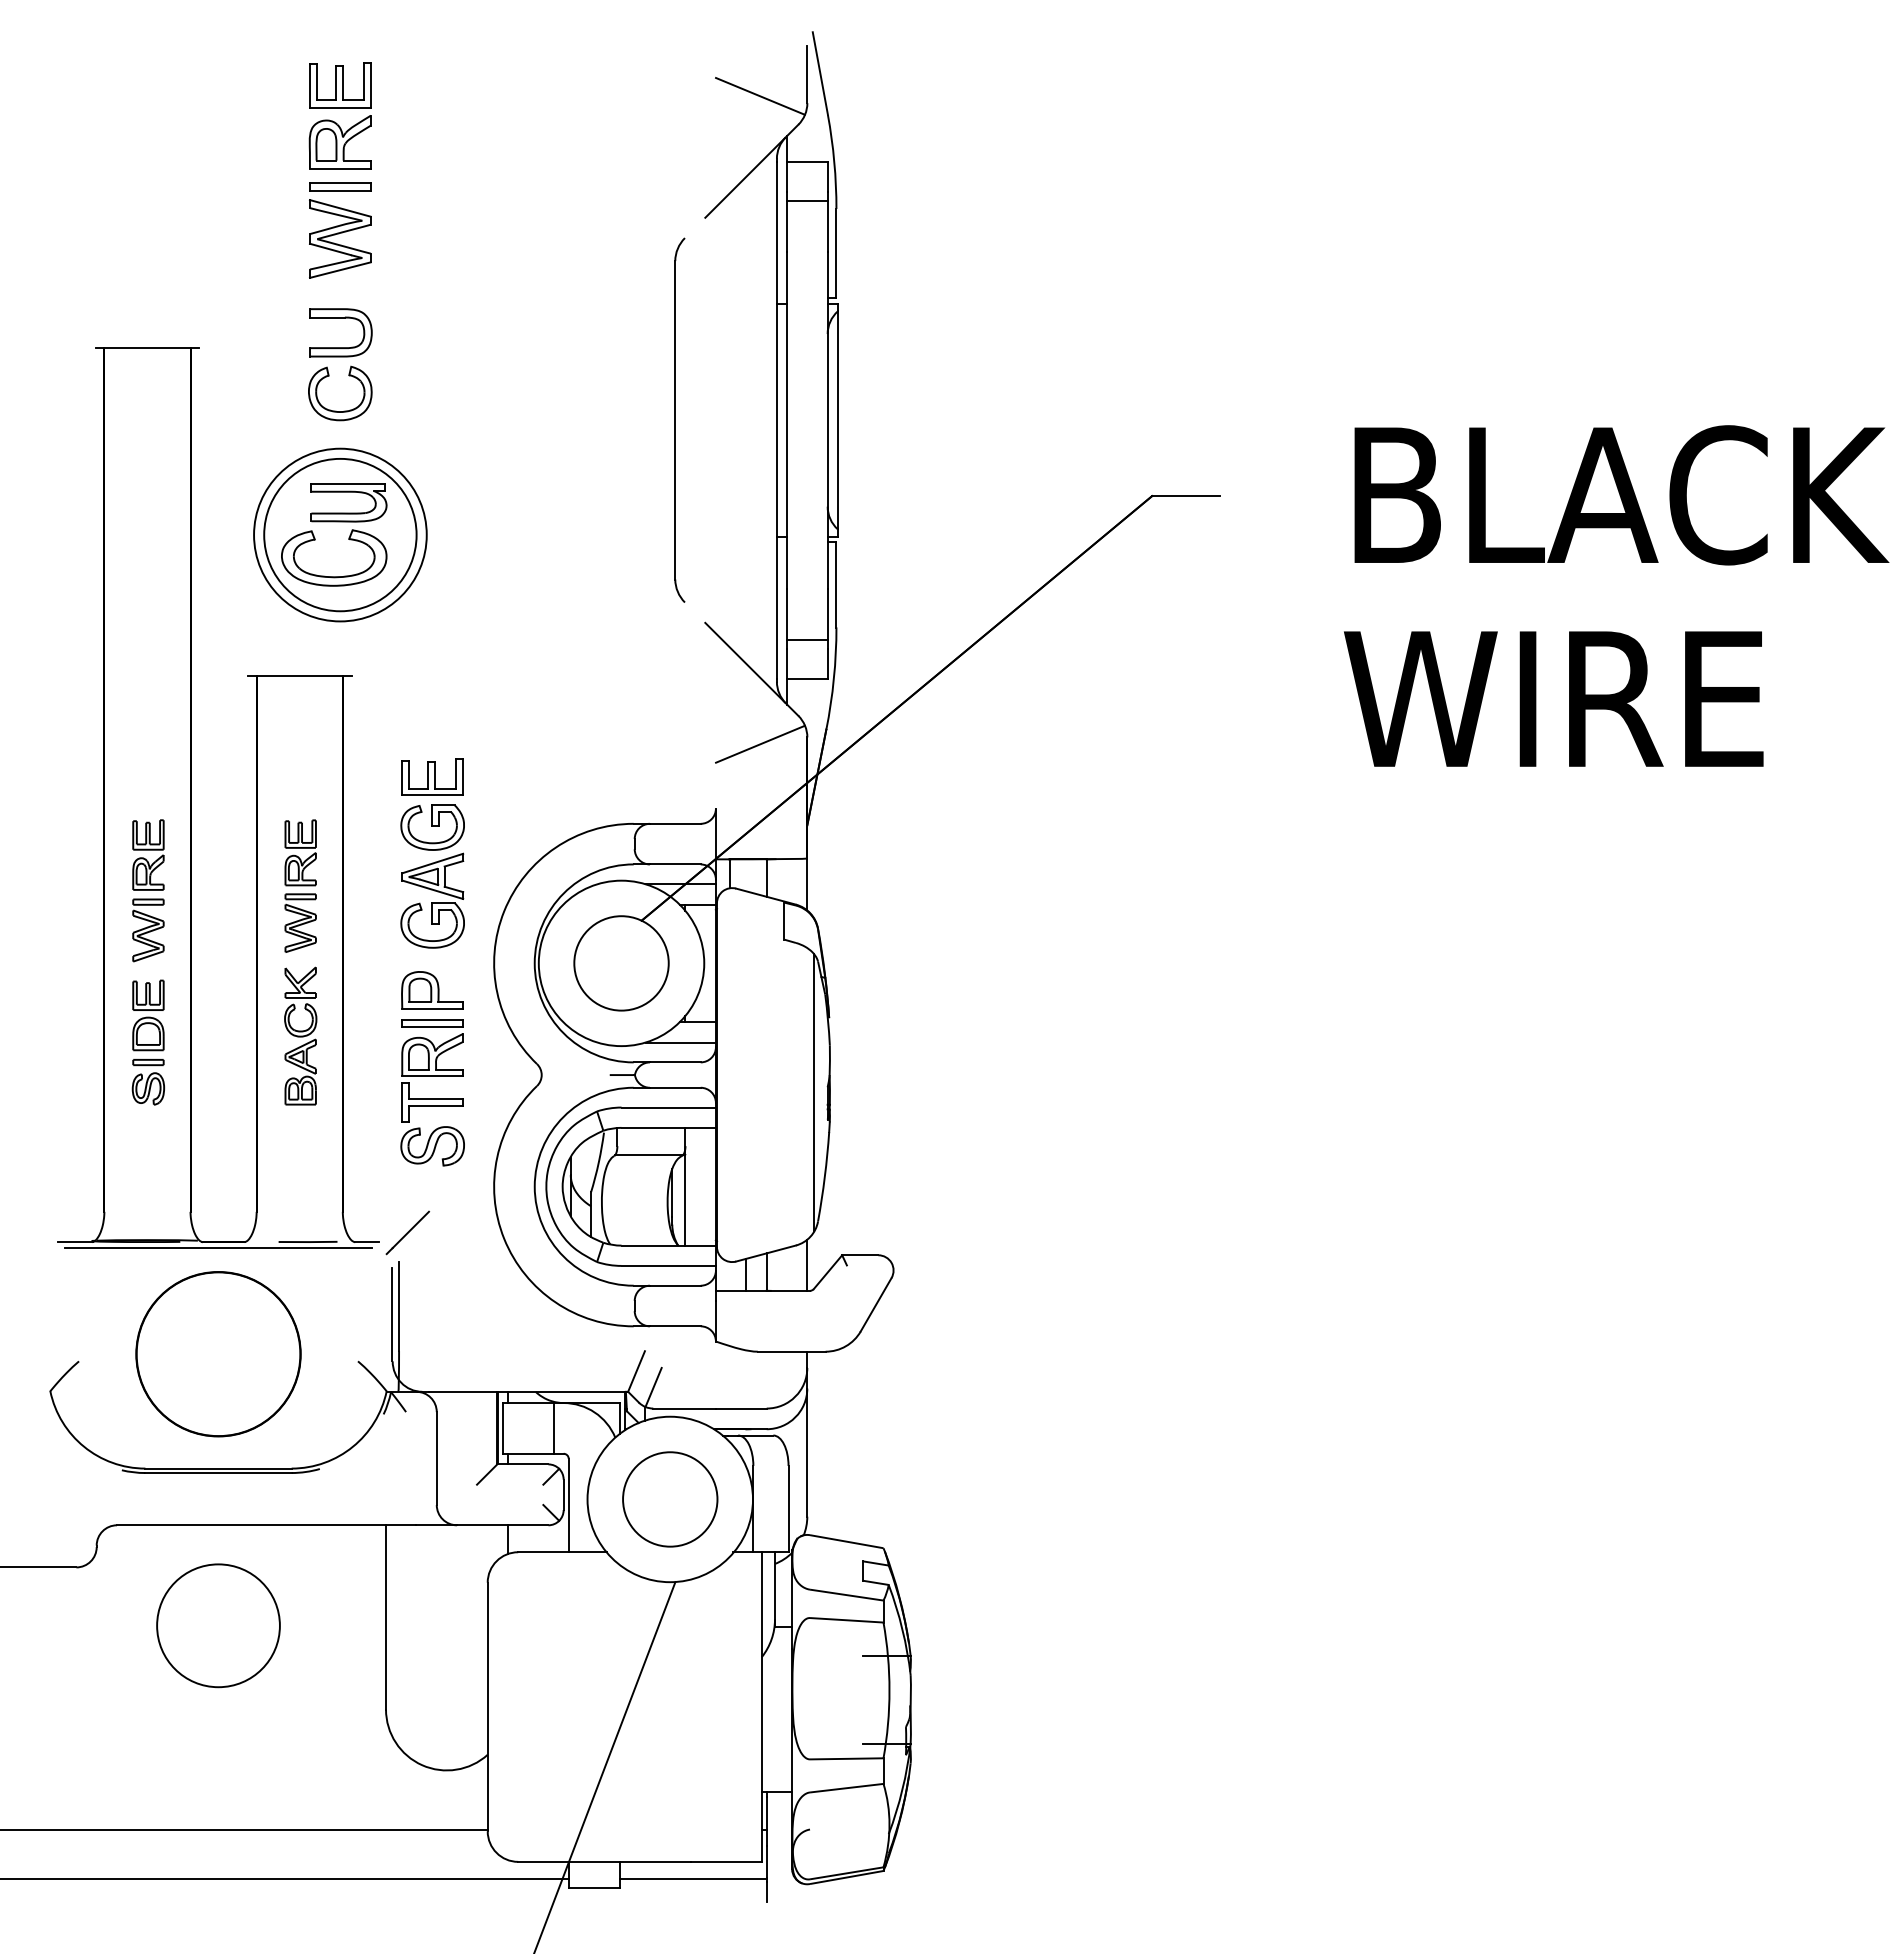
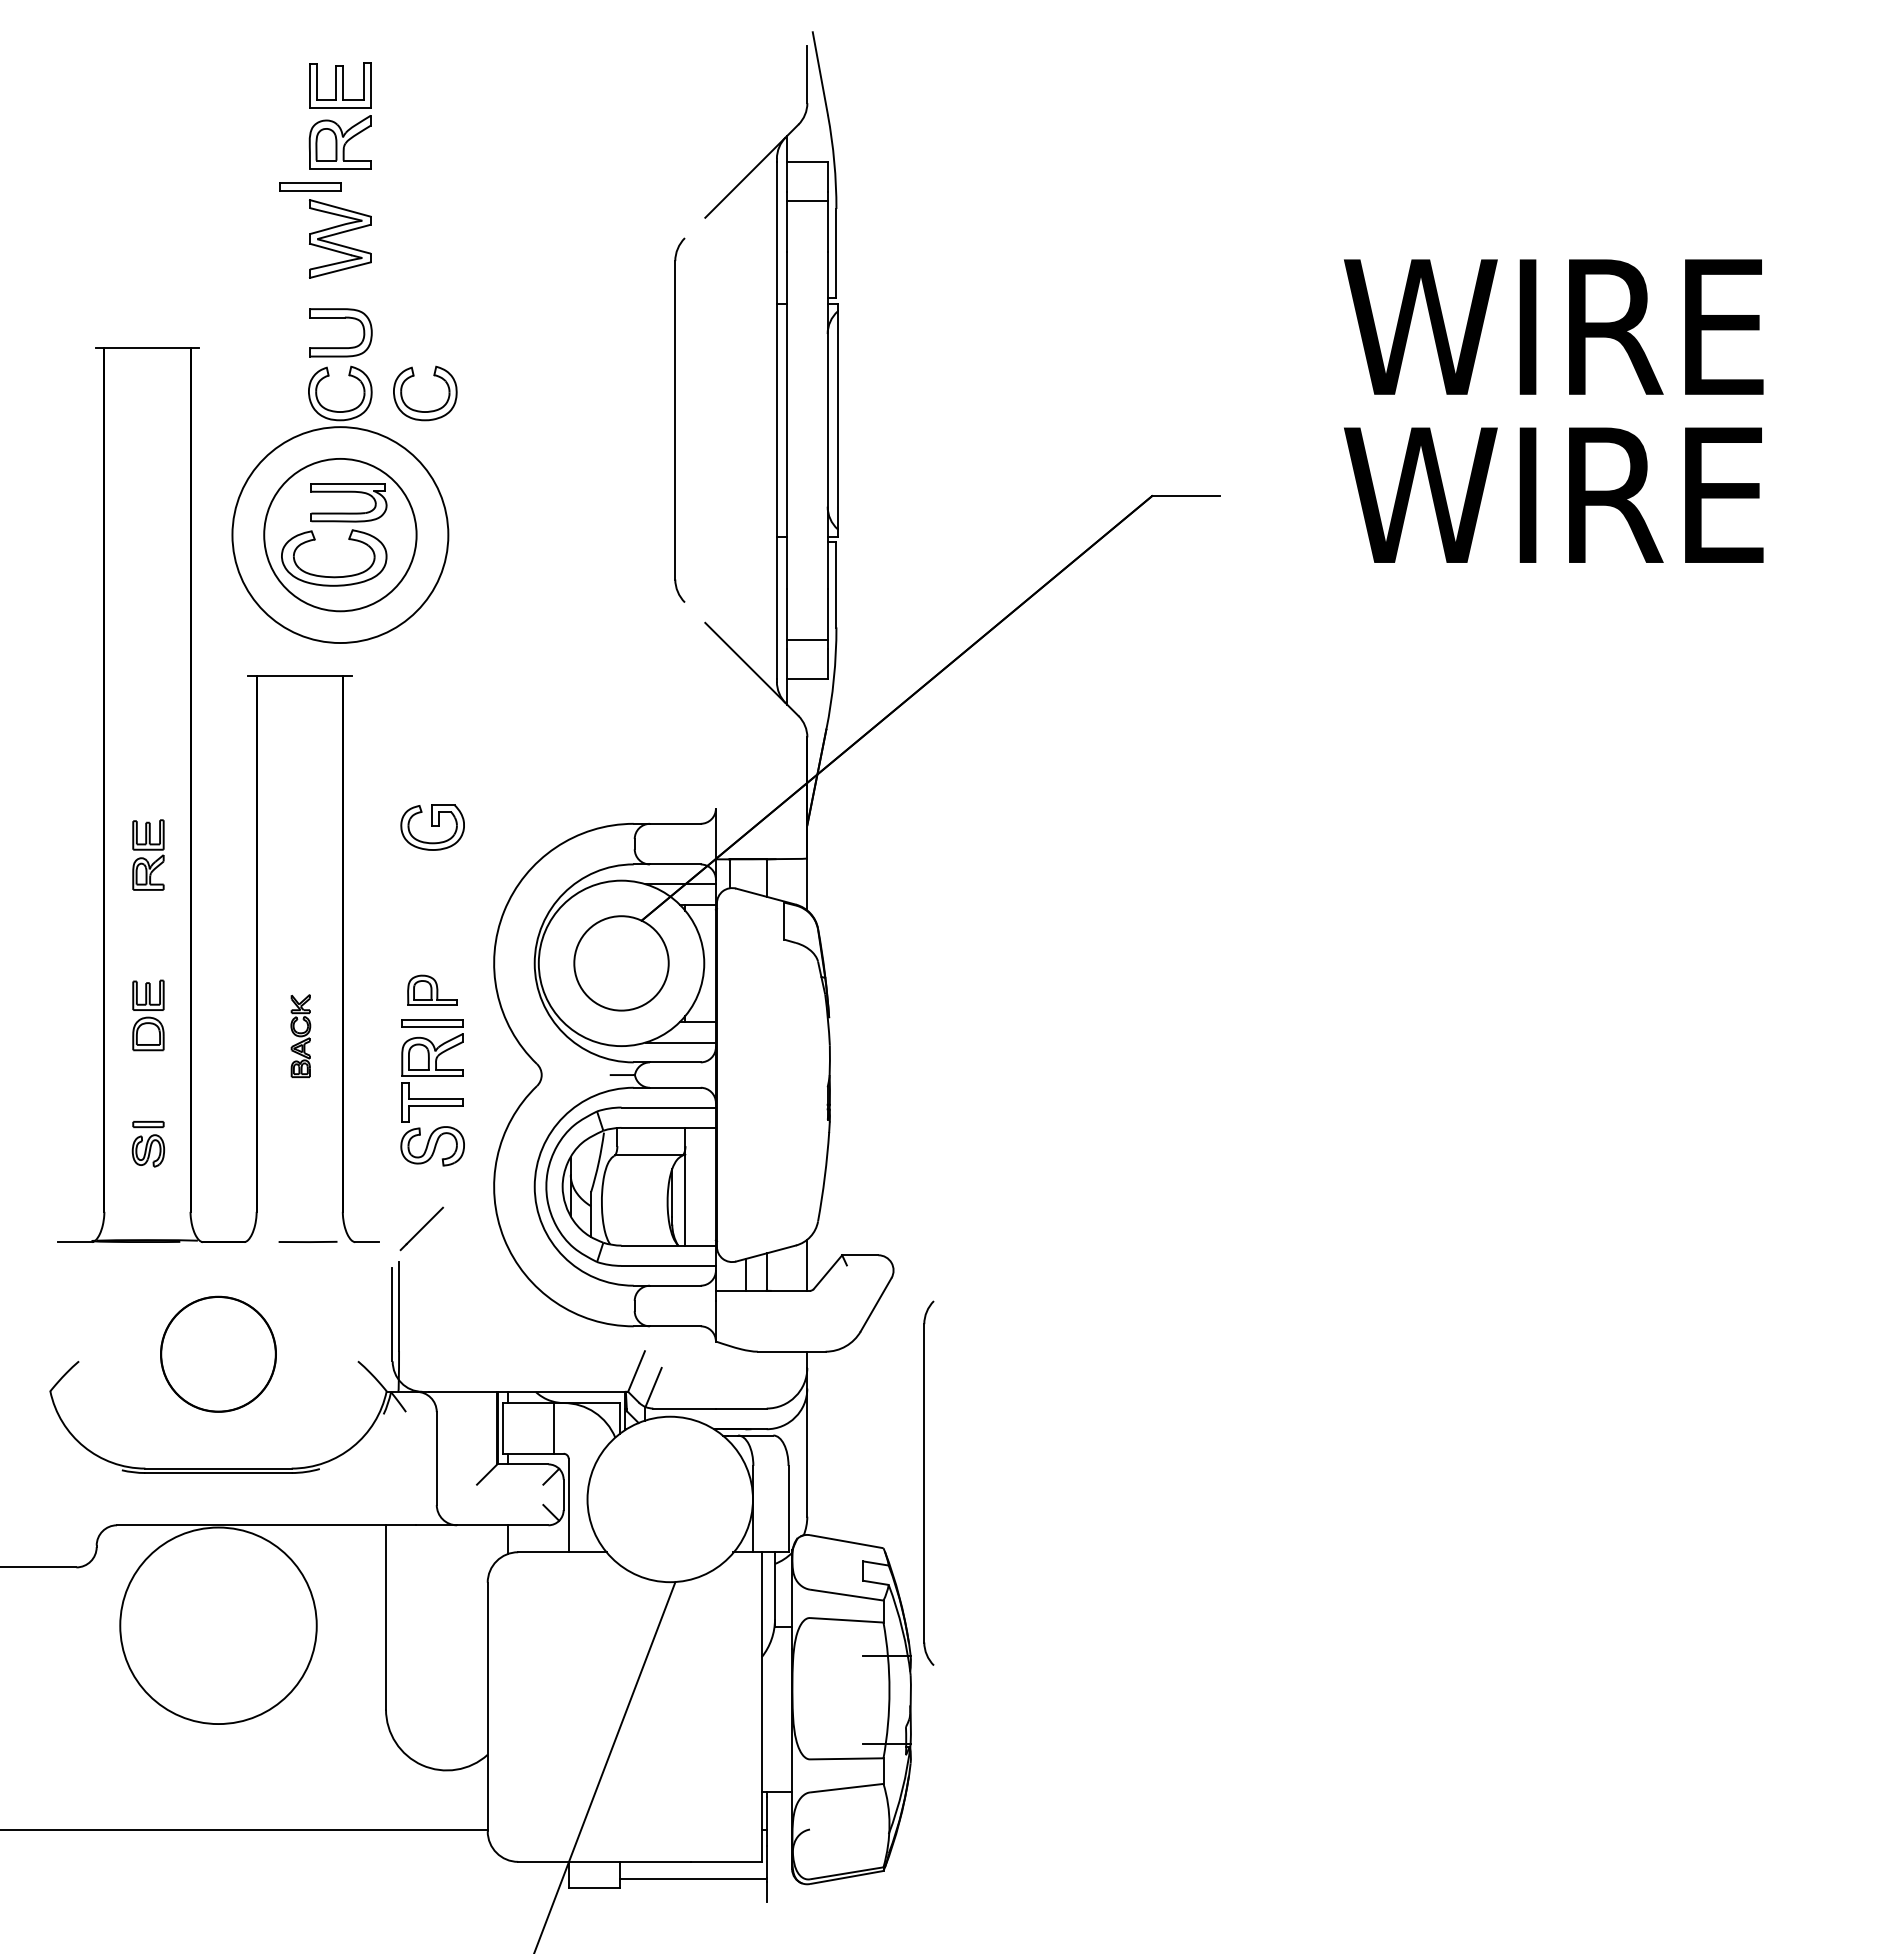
line at (760, 95): present -> none
part at (340, 186) position: (340, 186) -> (310, 186)
part at (421, 410): none -> present
text at (1616, 495): BLACK -> WIRE
circle at (340, 534) diameter: 173 px -> 216 px
text at (1553, 698) position: (1553, 698) -> (1553, 326)
line at (760, 743): present -> none
part at (432, 776): present -> none
part at (300, 885): present -> none
part at (432, 900): present -> none
part at (148, 930): present -> none
part at (432, 990) size: 63x39 px -> 51x32 px
part at (300, 1035) size: 34x140 px -> 22x84 px
part at (148, 1082) position: (148, 1082) -> (148, 1144)
line at (814, 1092): present -> none
line at (407, 1232) position: (407, 1232) -> (421, 1228)
line at (218, 1248): present -> none
circle at (218, 1354) size: 167x167 px -> 117x118 px
part at (928, 1482): none -> present
circle at (670, 1499): present -> none
circle at (218, 1625) diameter: 123 px -> 197 px
line at (285, 1879): present -> none
